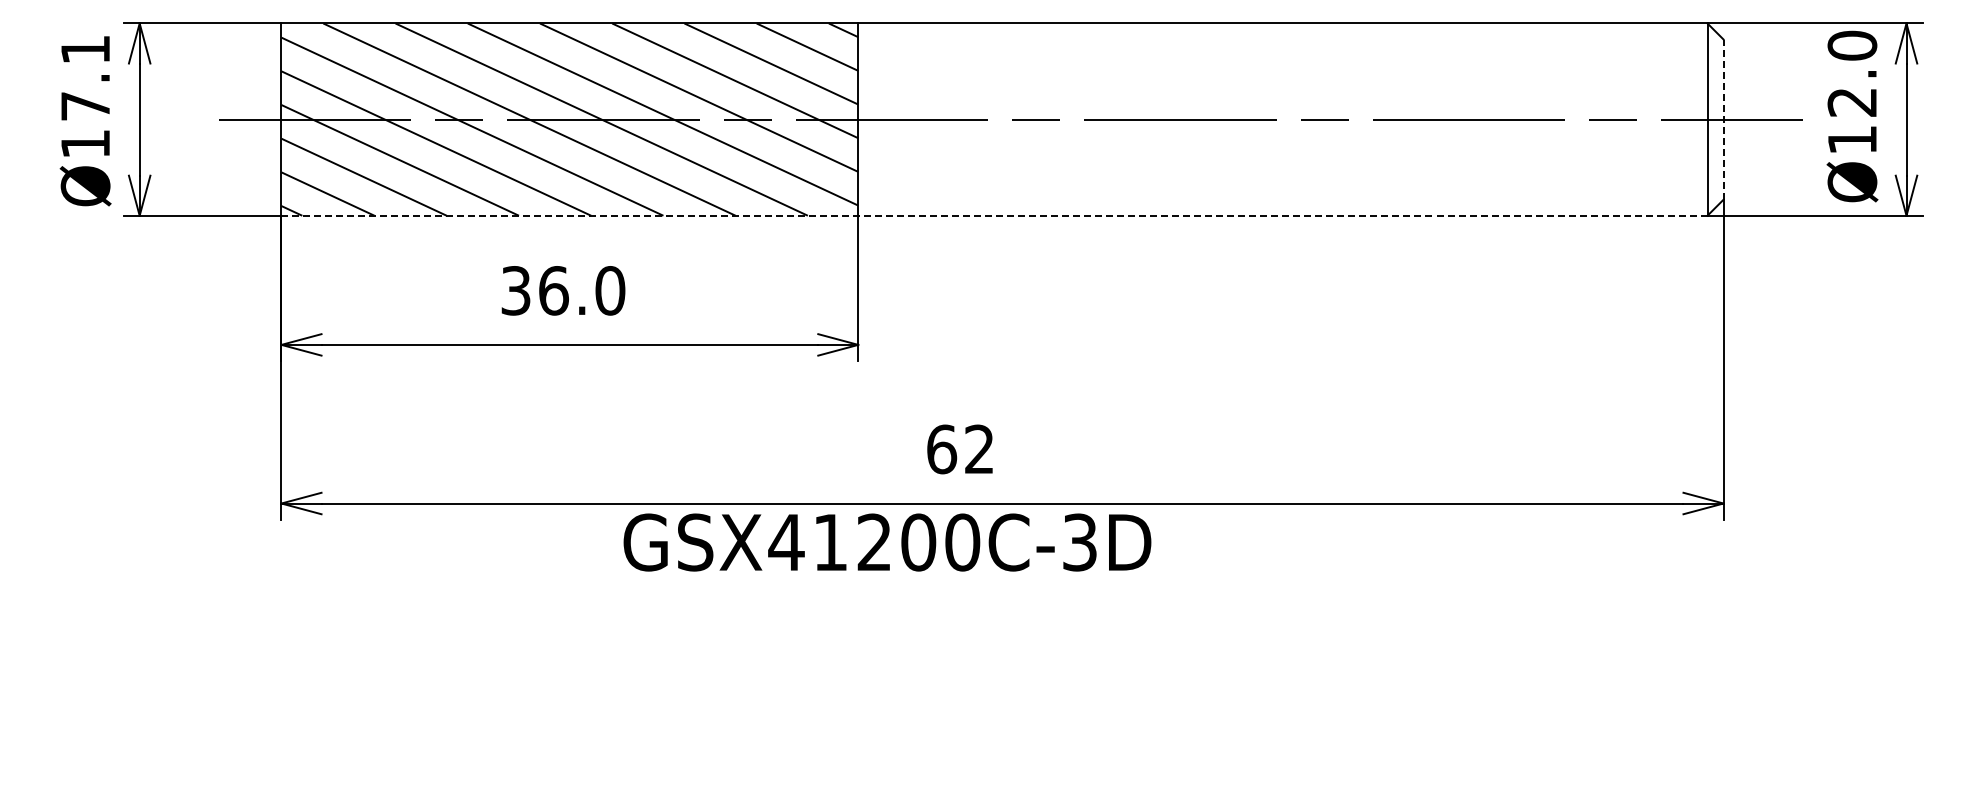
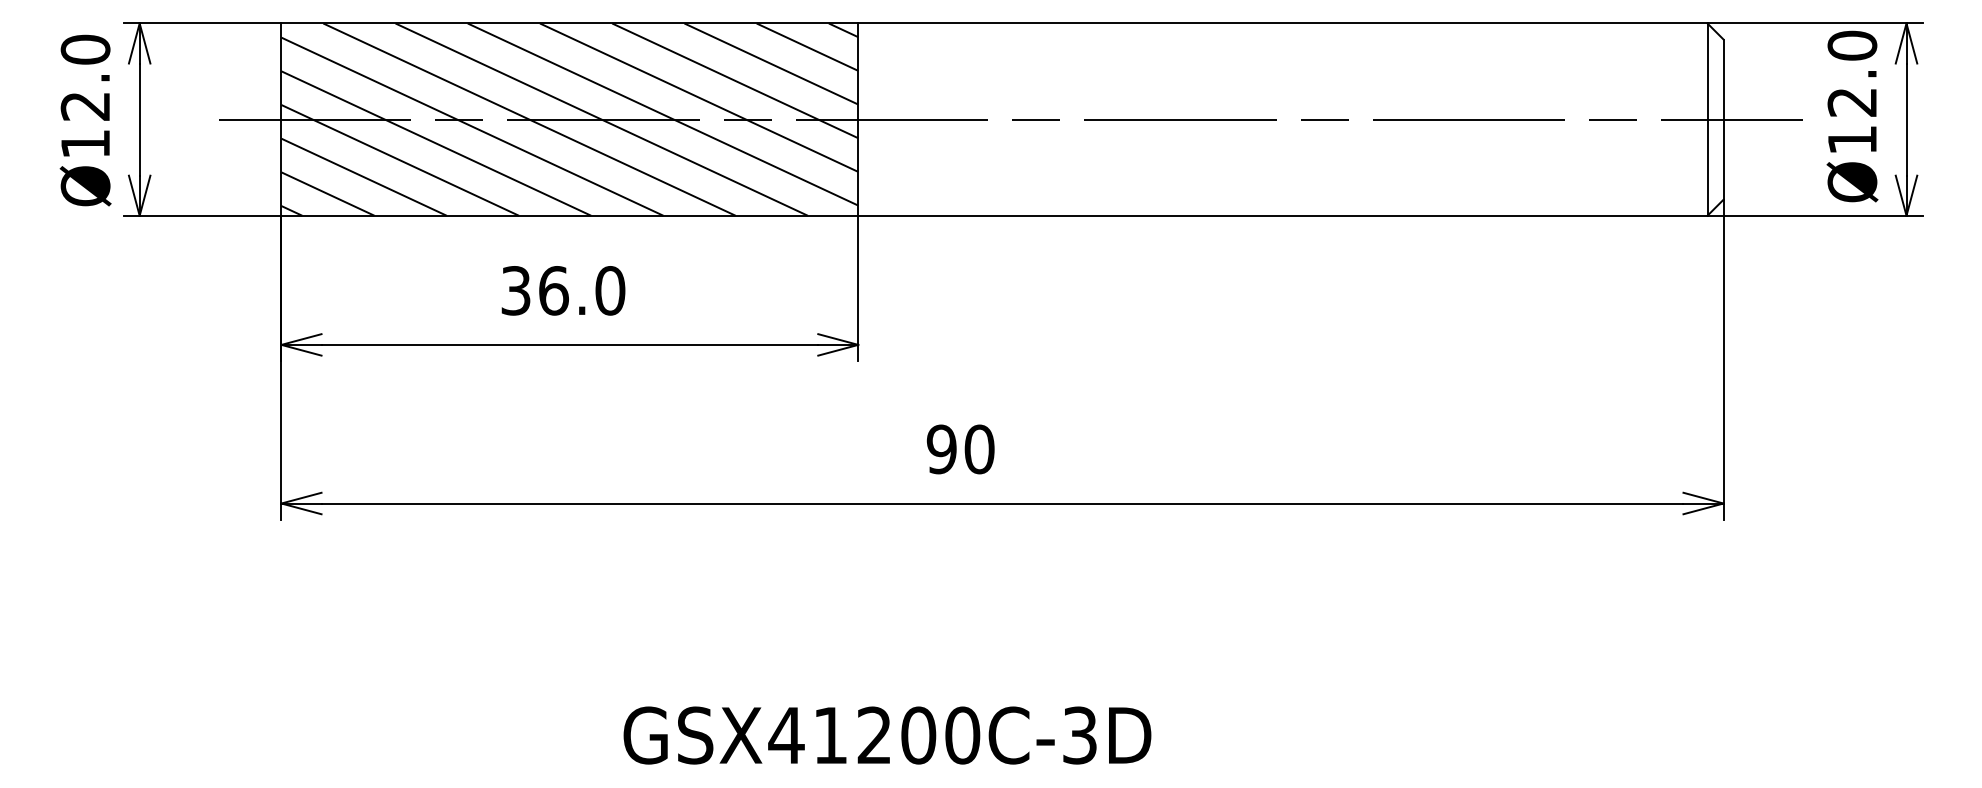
text at (85, 77): Ø17.1 -> Ø12.0
line at (1723, 119): dashed -> solid
line at (995, 215): dashed -> solid
text at (960, 449): 62 -> 90
text at (887, 542) position: (887, 542) -> (887, 735)
